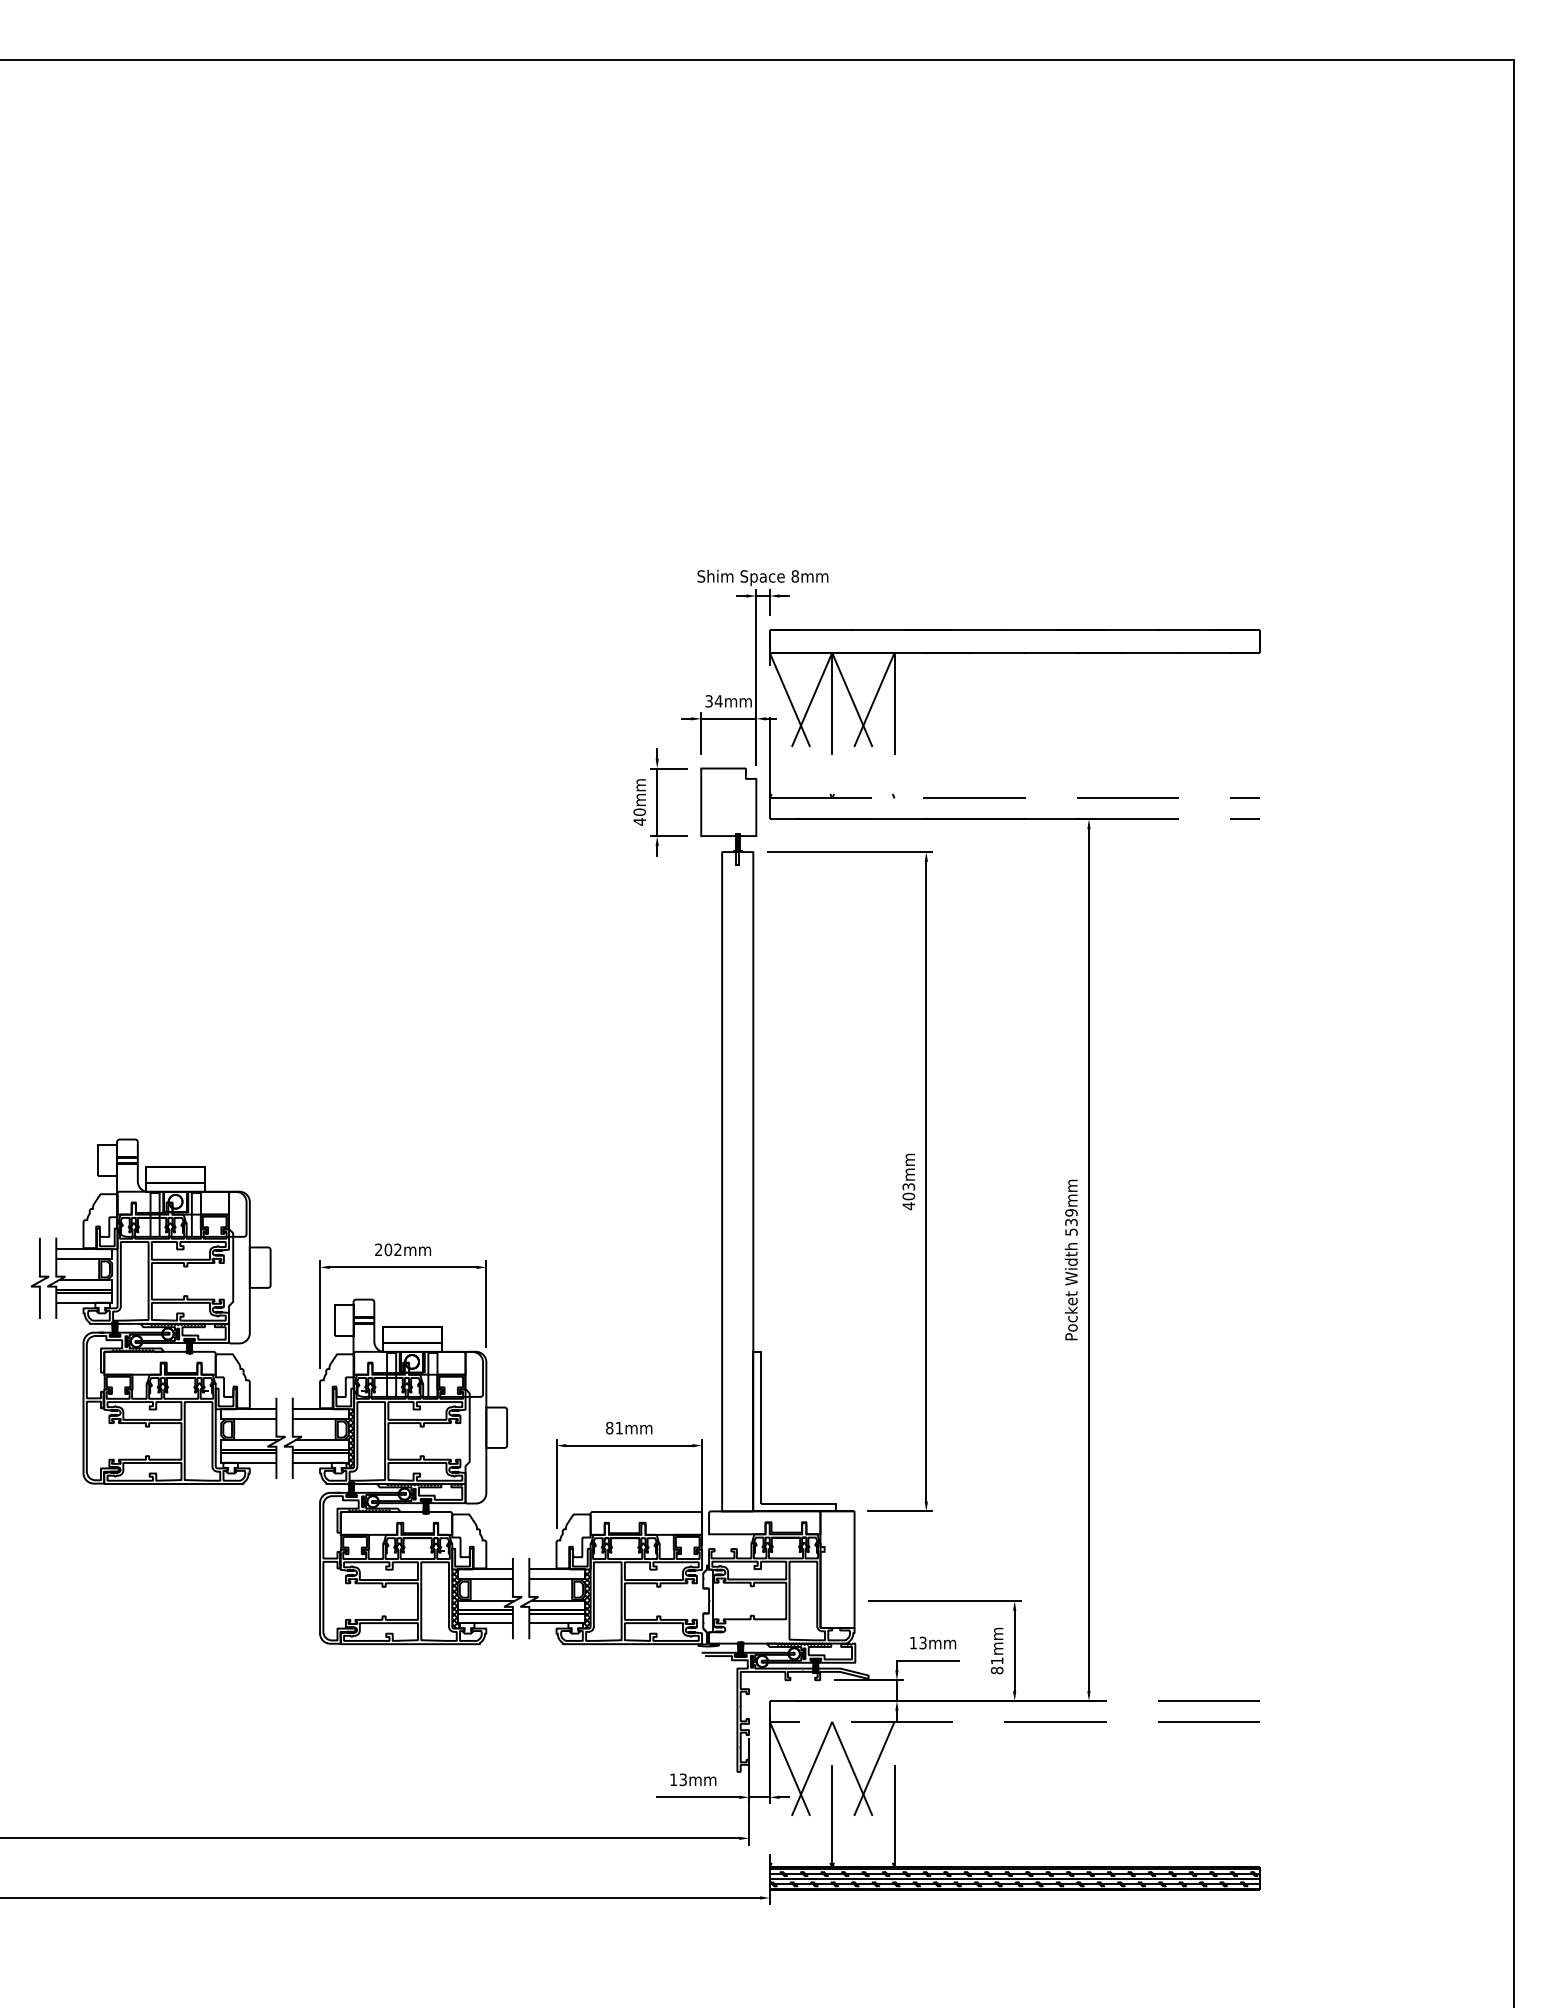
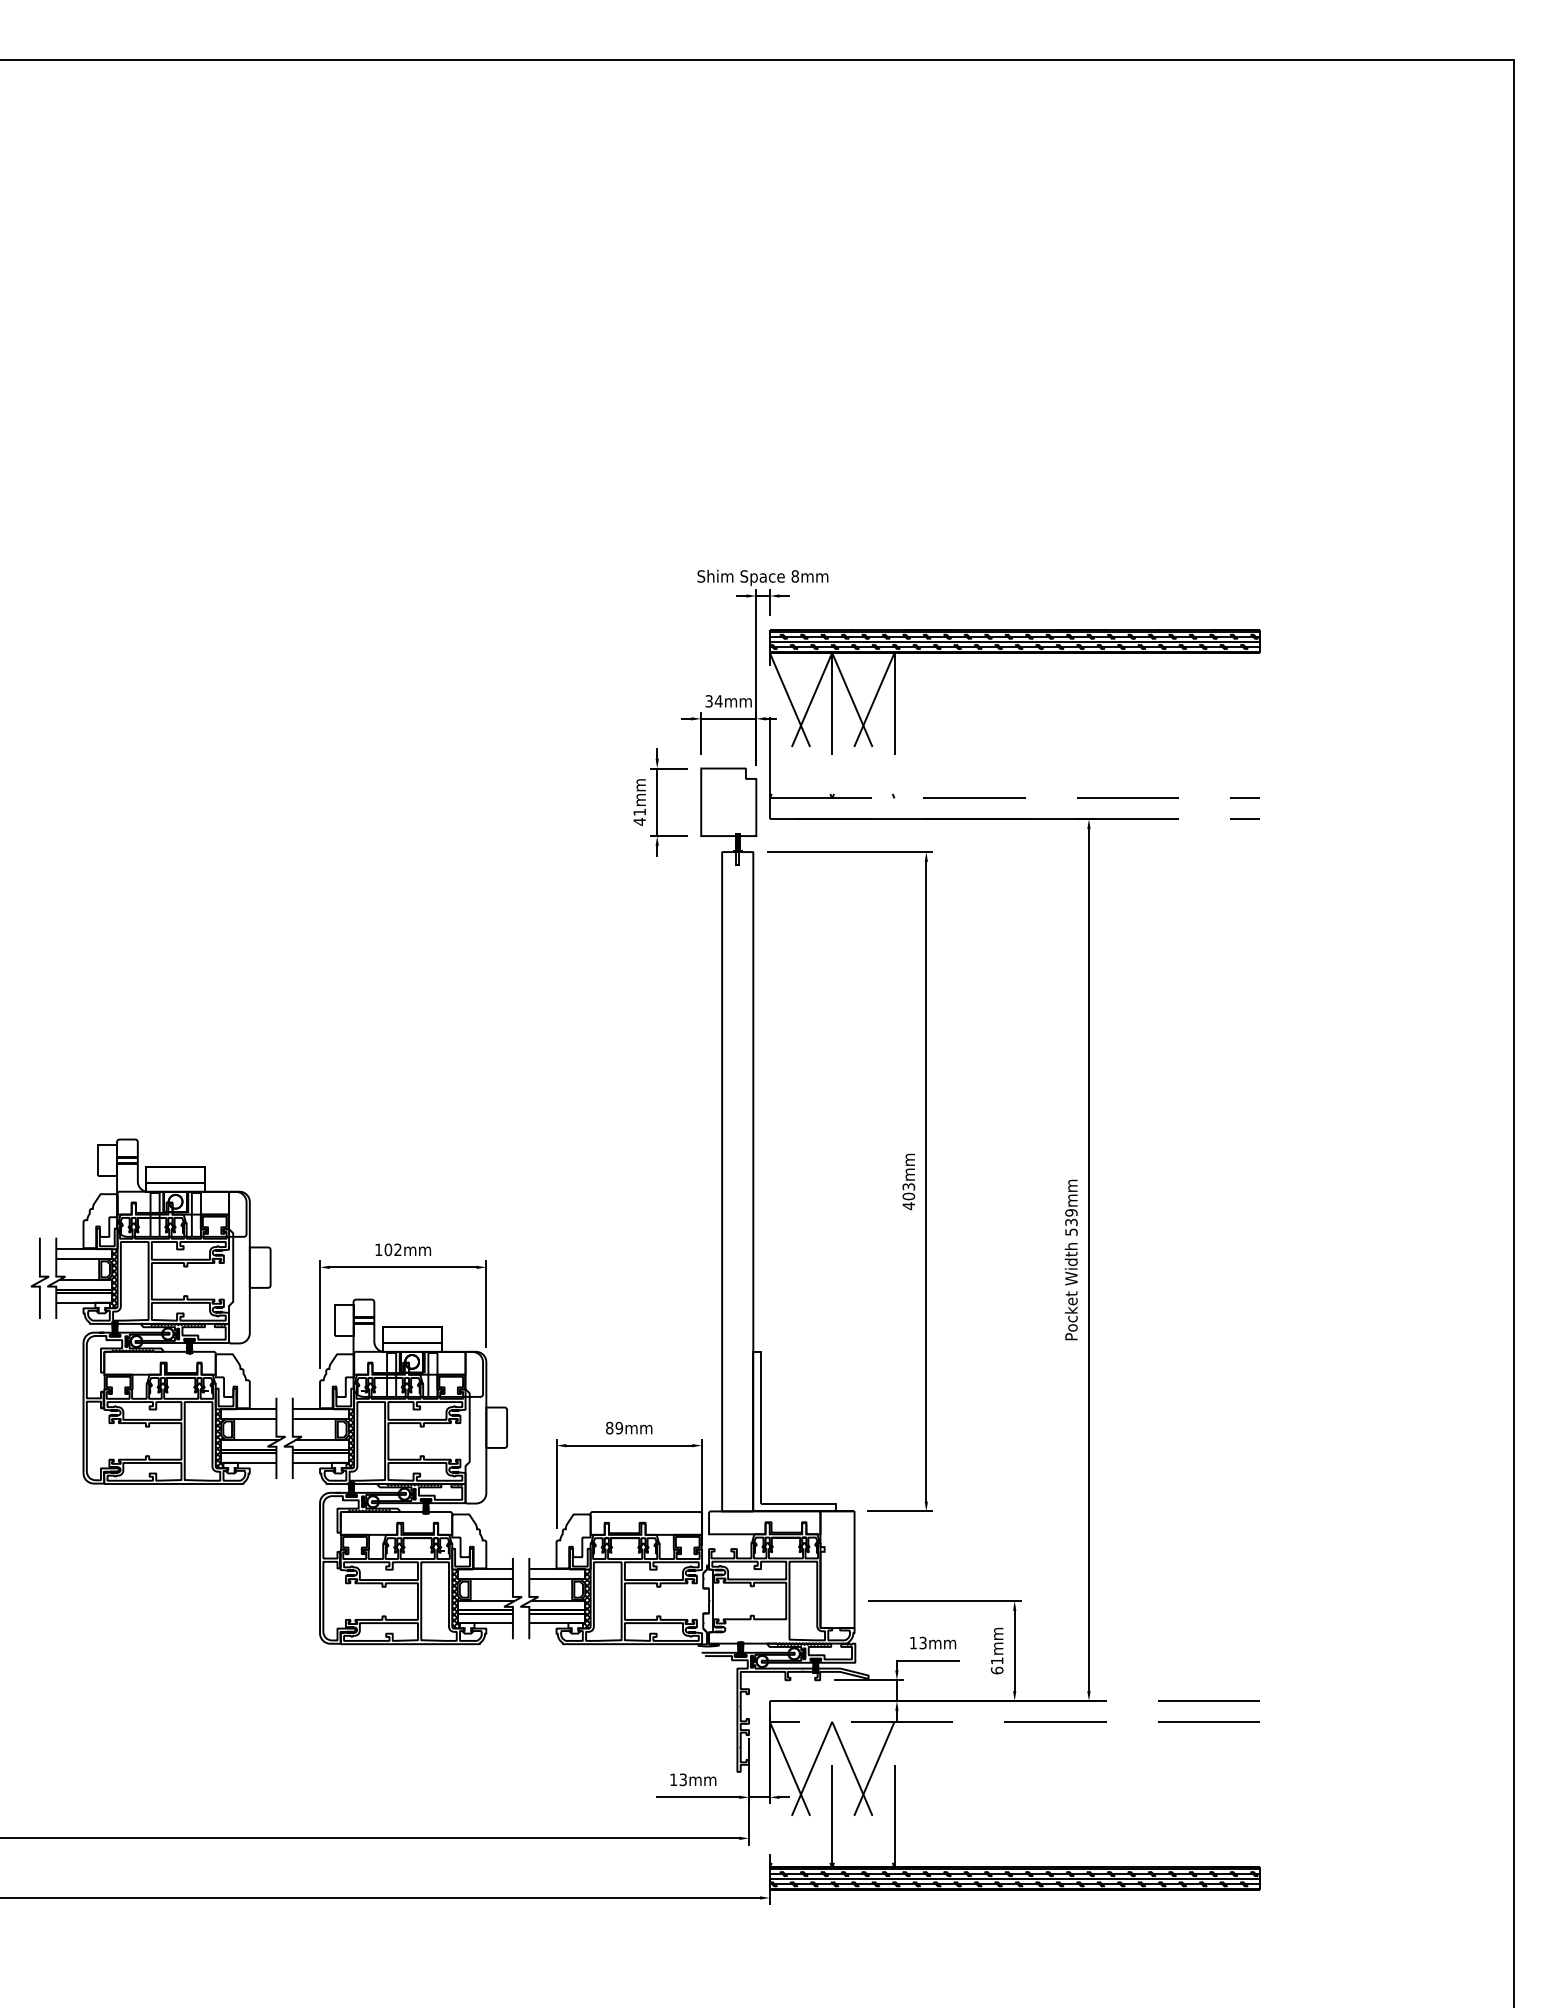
hatch at (1014, 641): none -> present
text at (639, 811): 40mm -> 41mm
text at (378, 1249): 202mm -> 102mm
hatch at (112, 1278): none -> present
text at (619, 1427): 81mm -> 89mm
hatch at (219, 1438): none -> present
text at (997, 1670): 81mm -> 61mm
